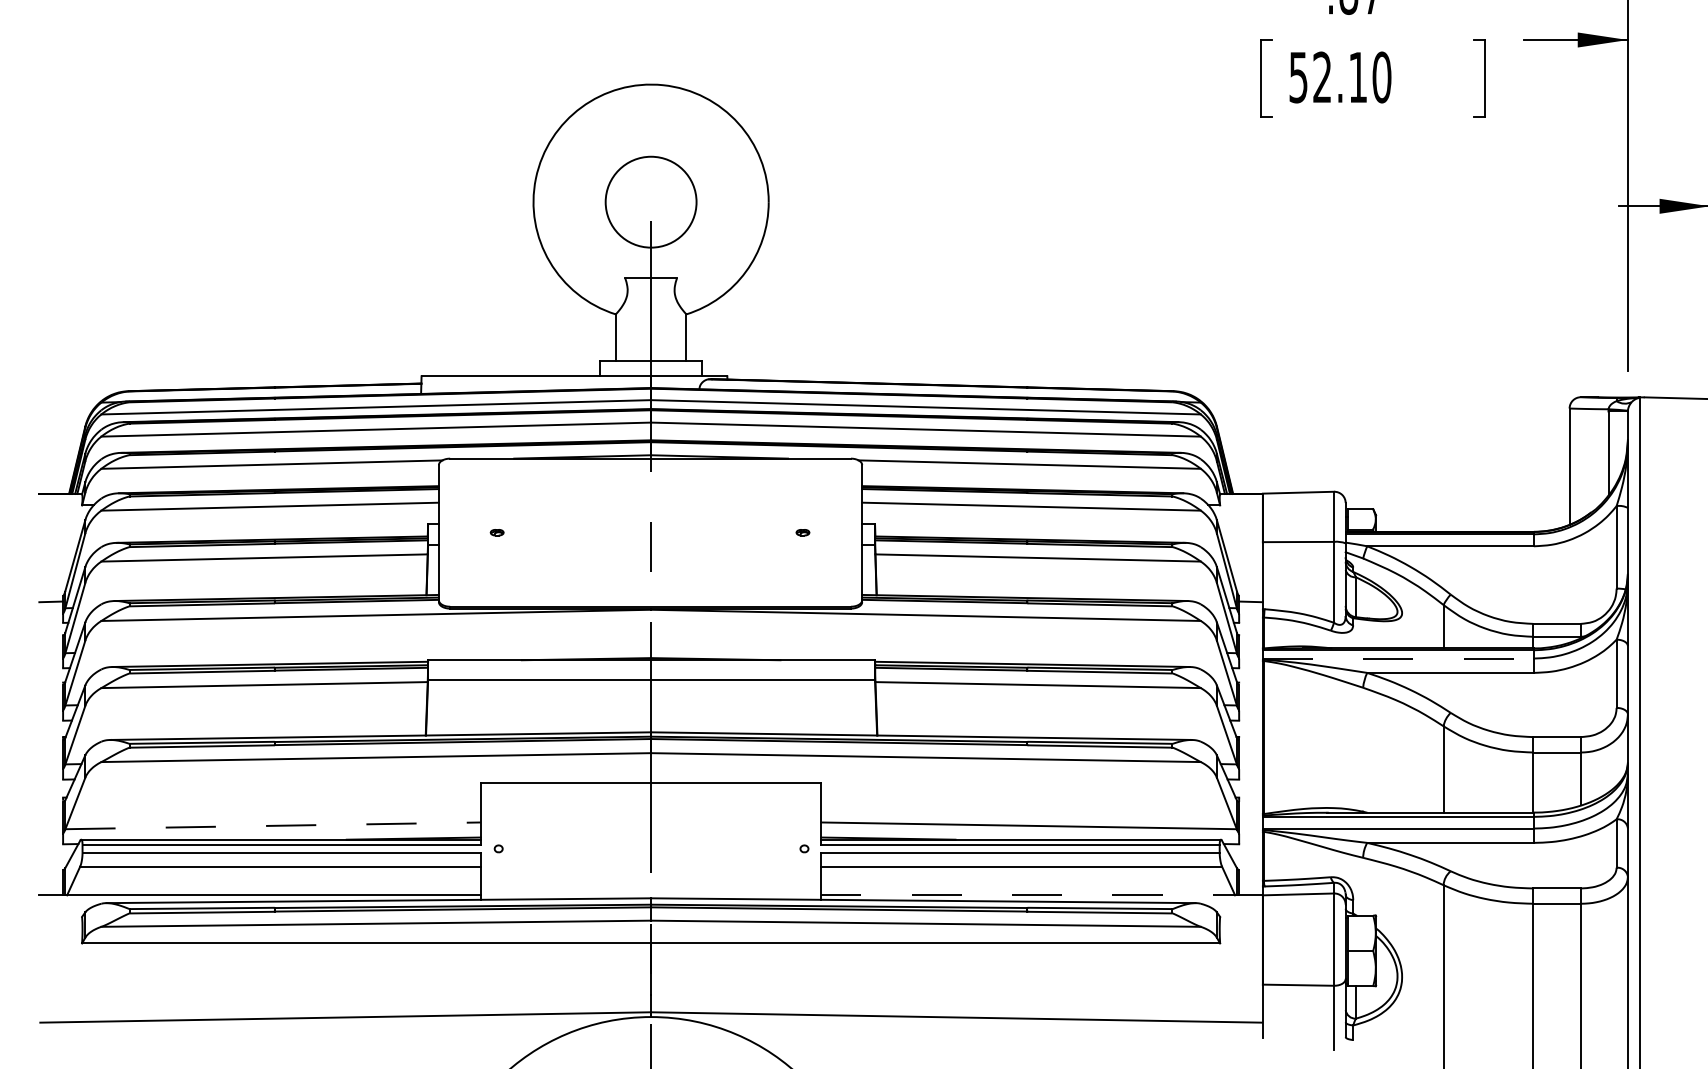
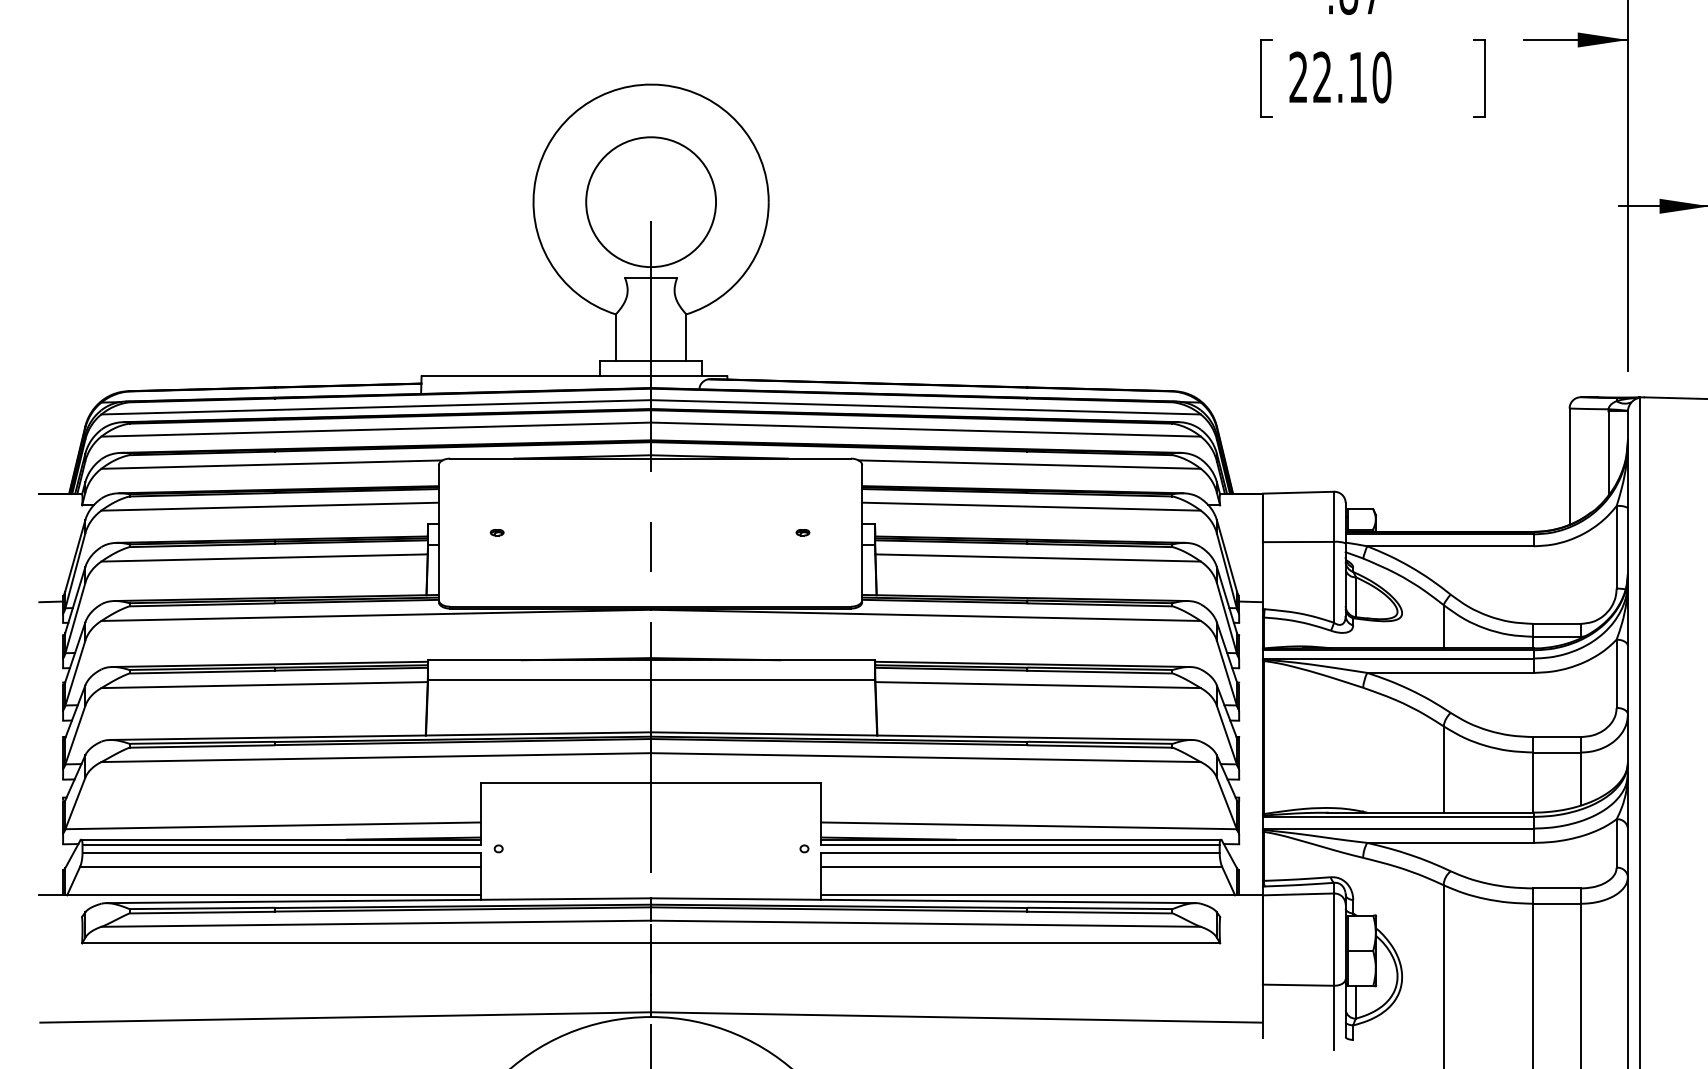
text at (1298, 77): 52.10 -> 22.10
circle at (650, 201) diameter: 91 px -> 130 px
line at (1398, 658): dashed -> solid
line at (273, 825): dashed -> solid
line at (1042, 895): dashed -> solid
